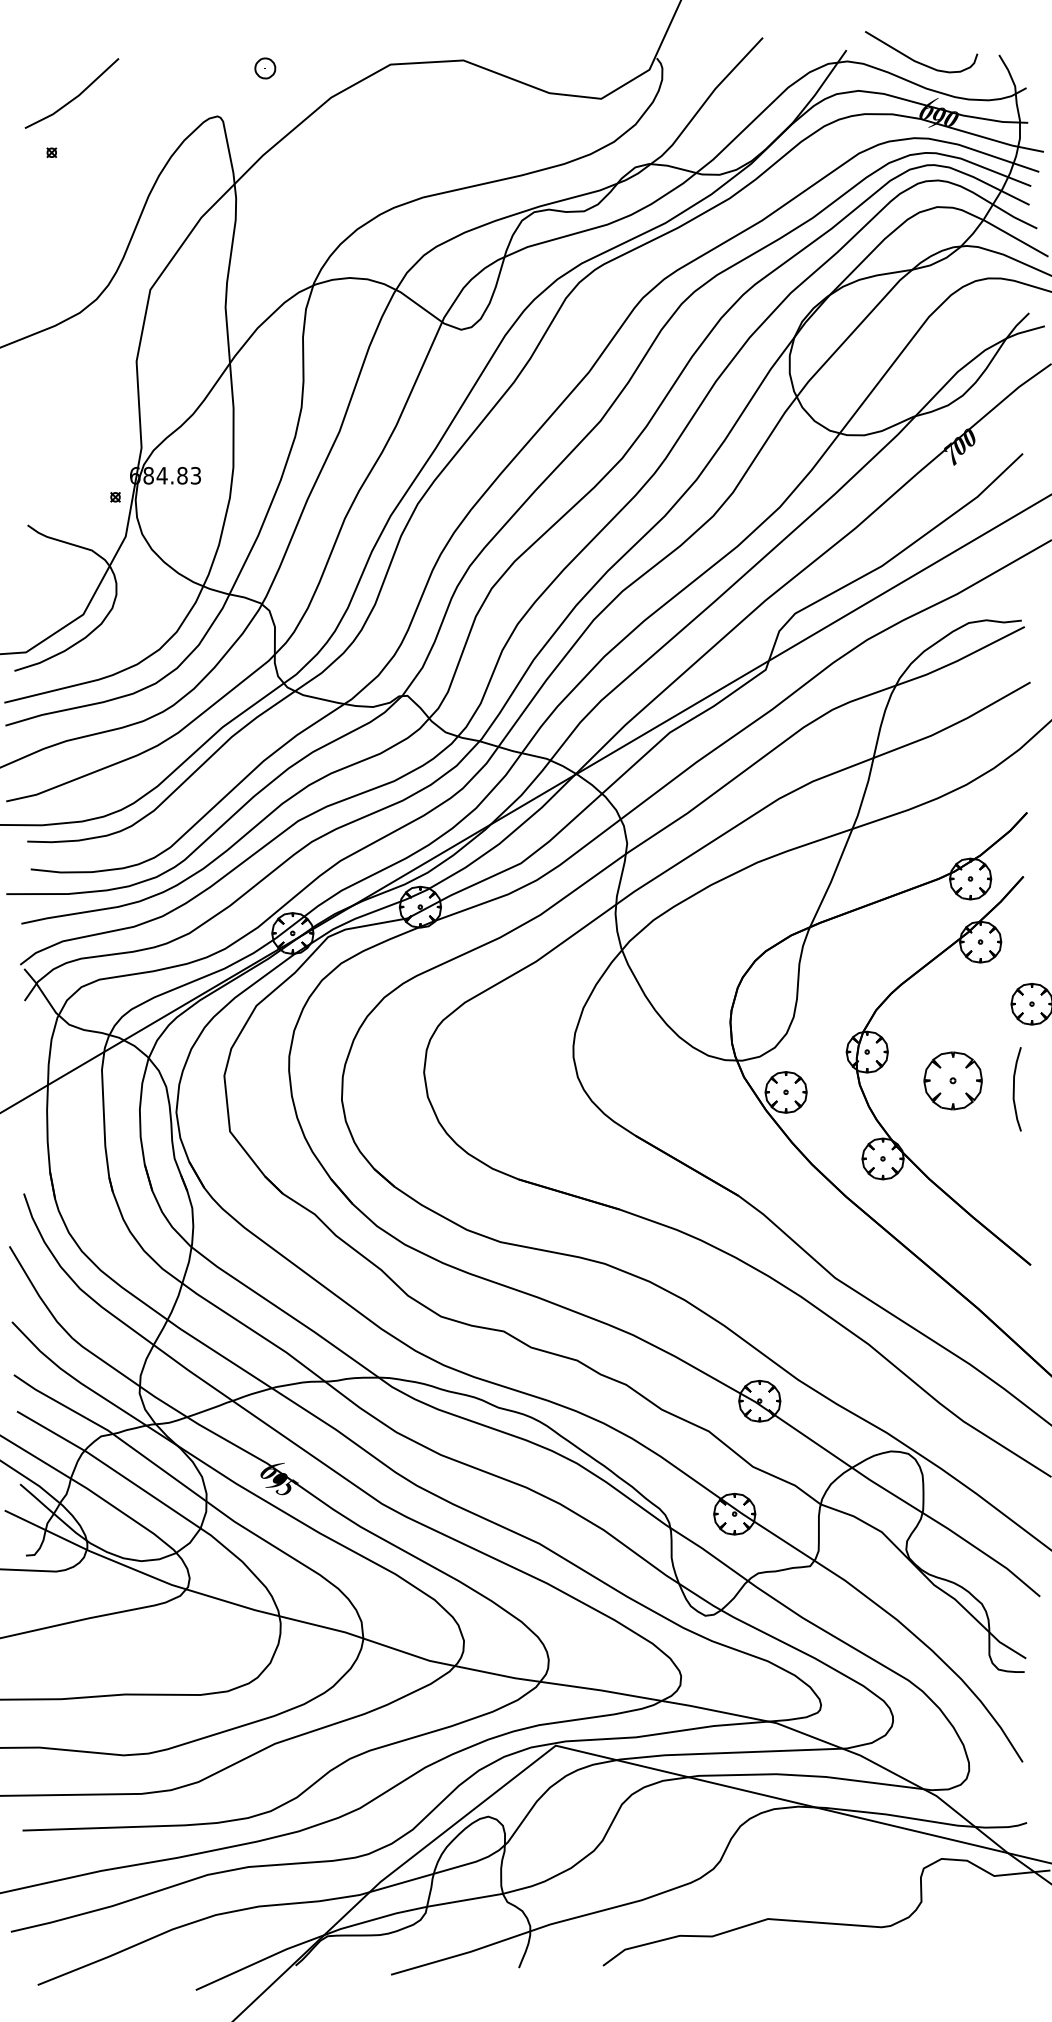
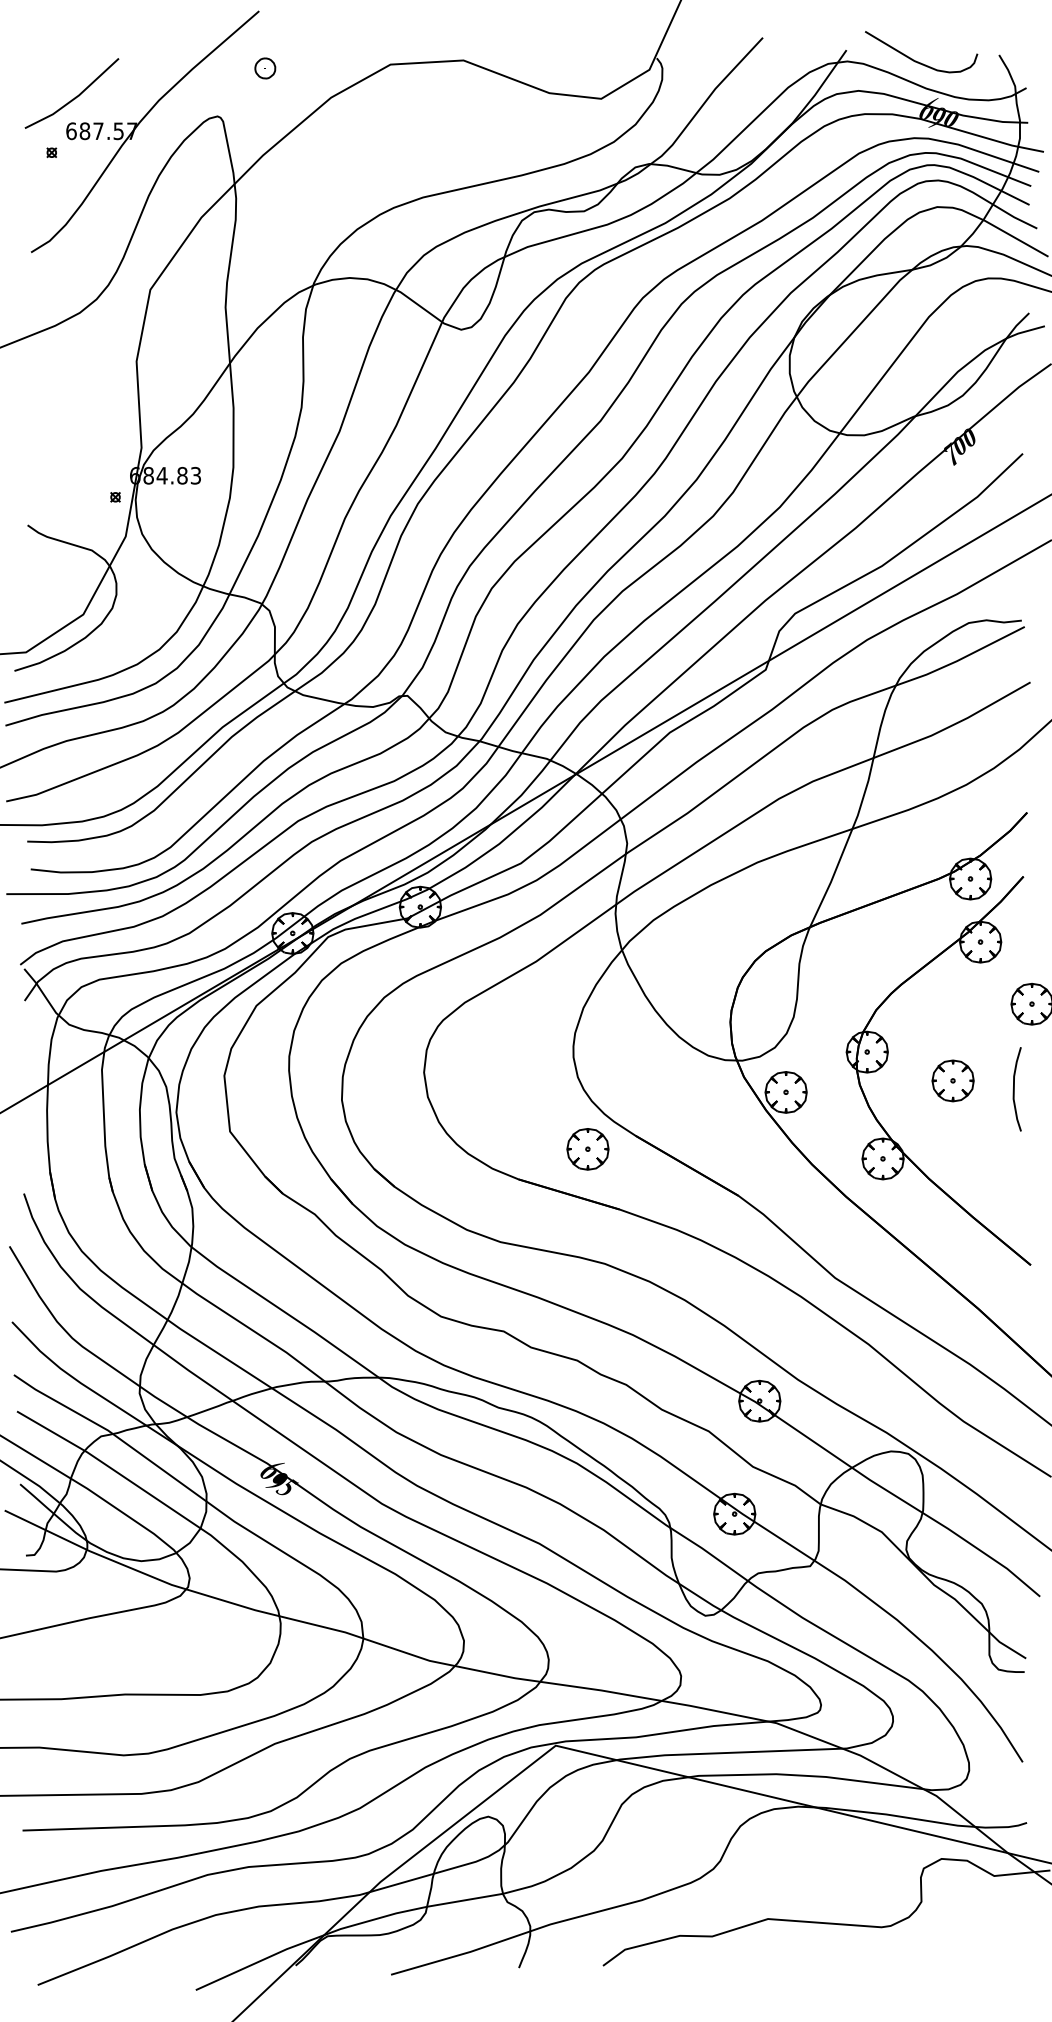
part at (137, 127): none -> present
part at (952, 1080) size: 60x60 px -> 44x44 px
part at (587, 1149): none -> present
